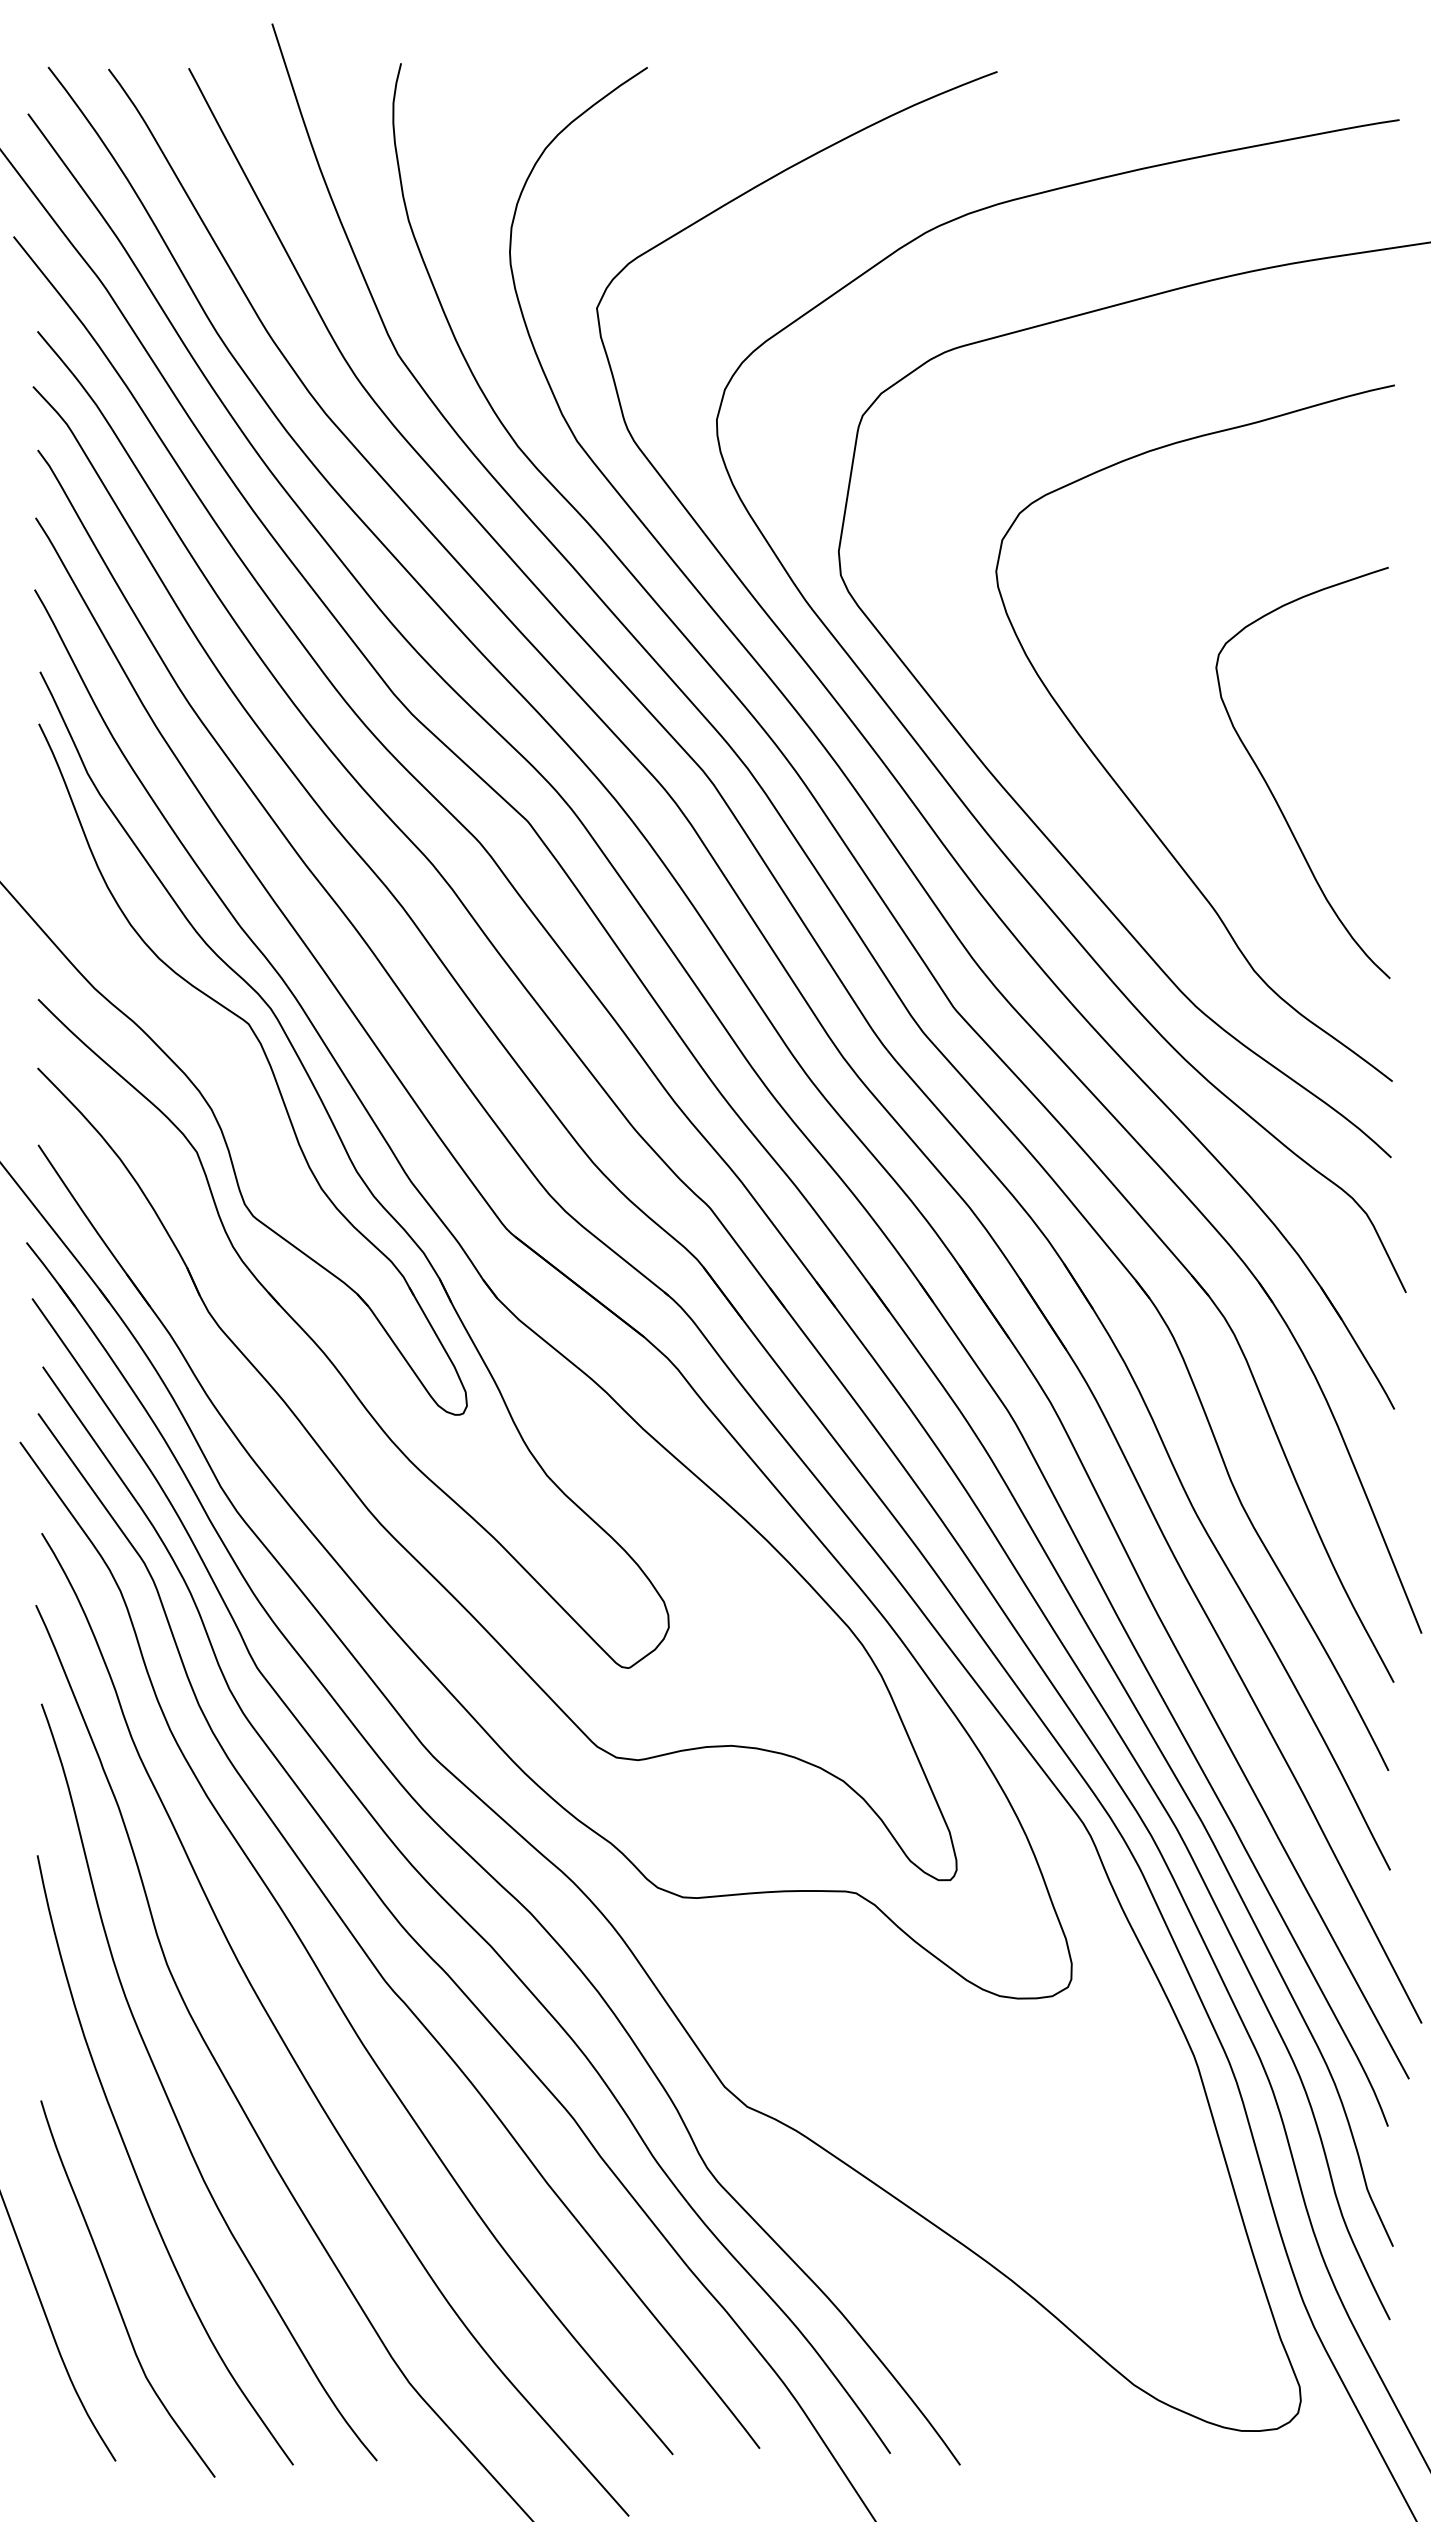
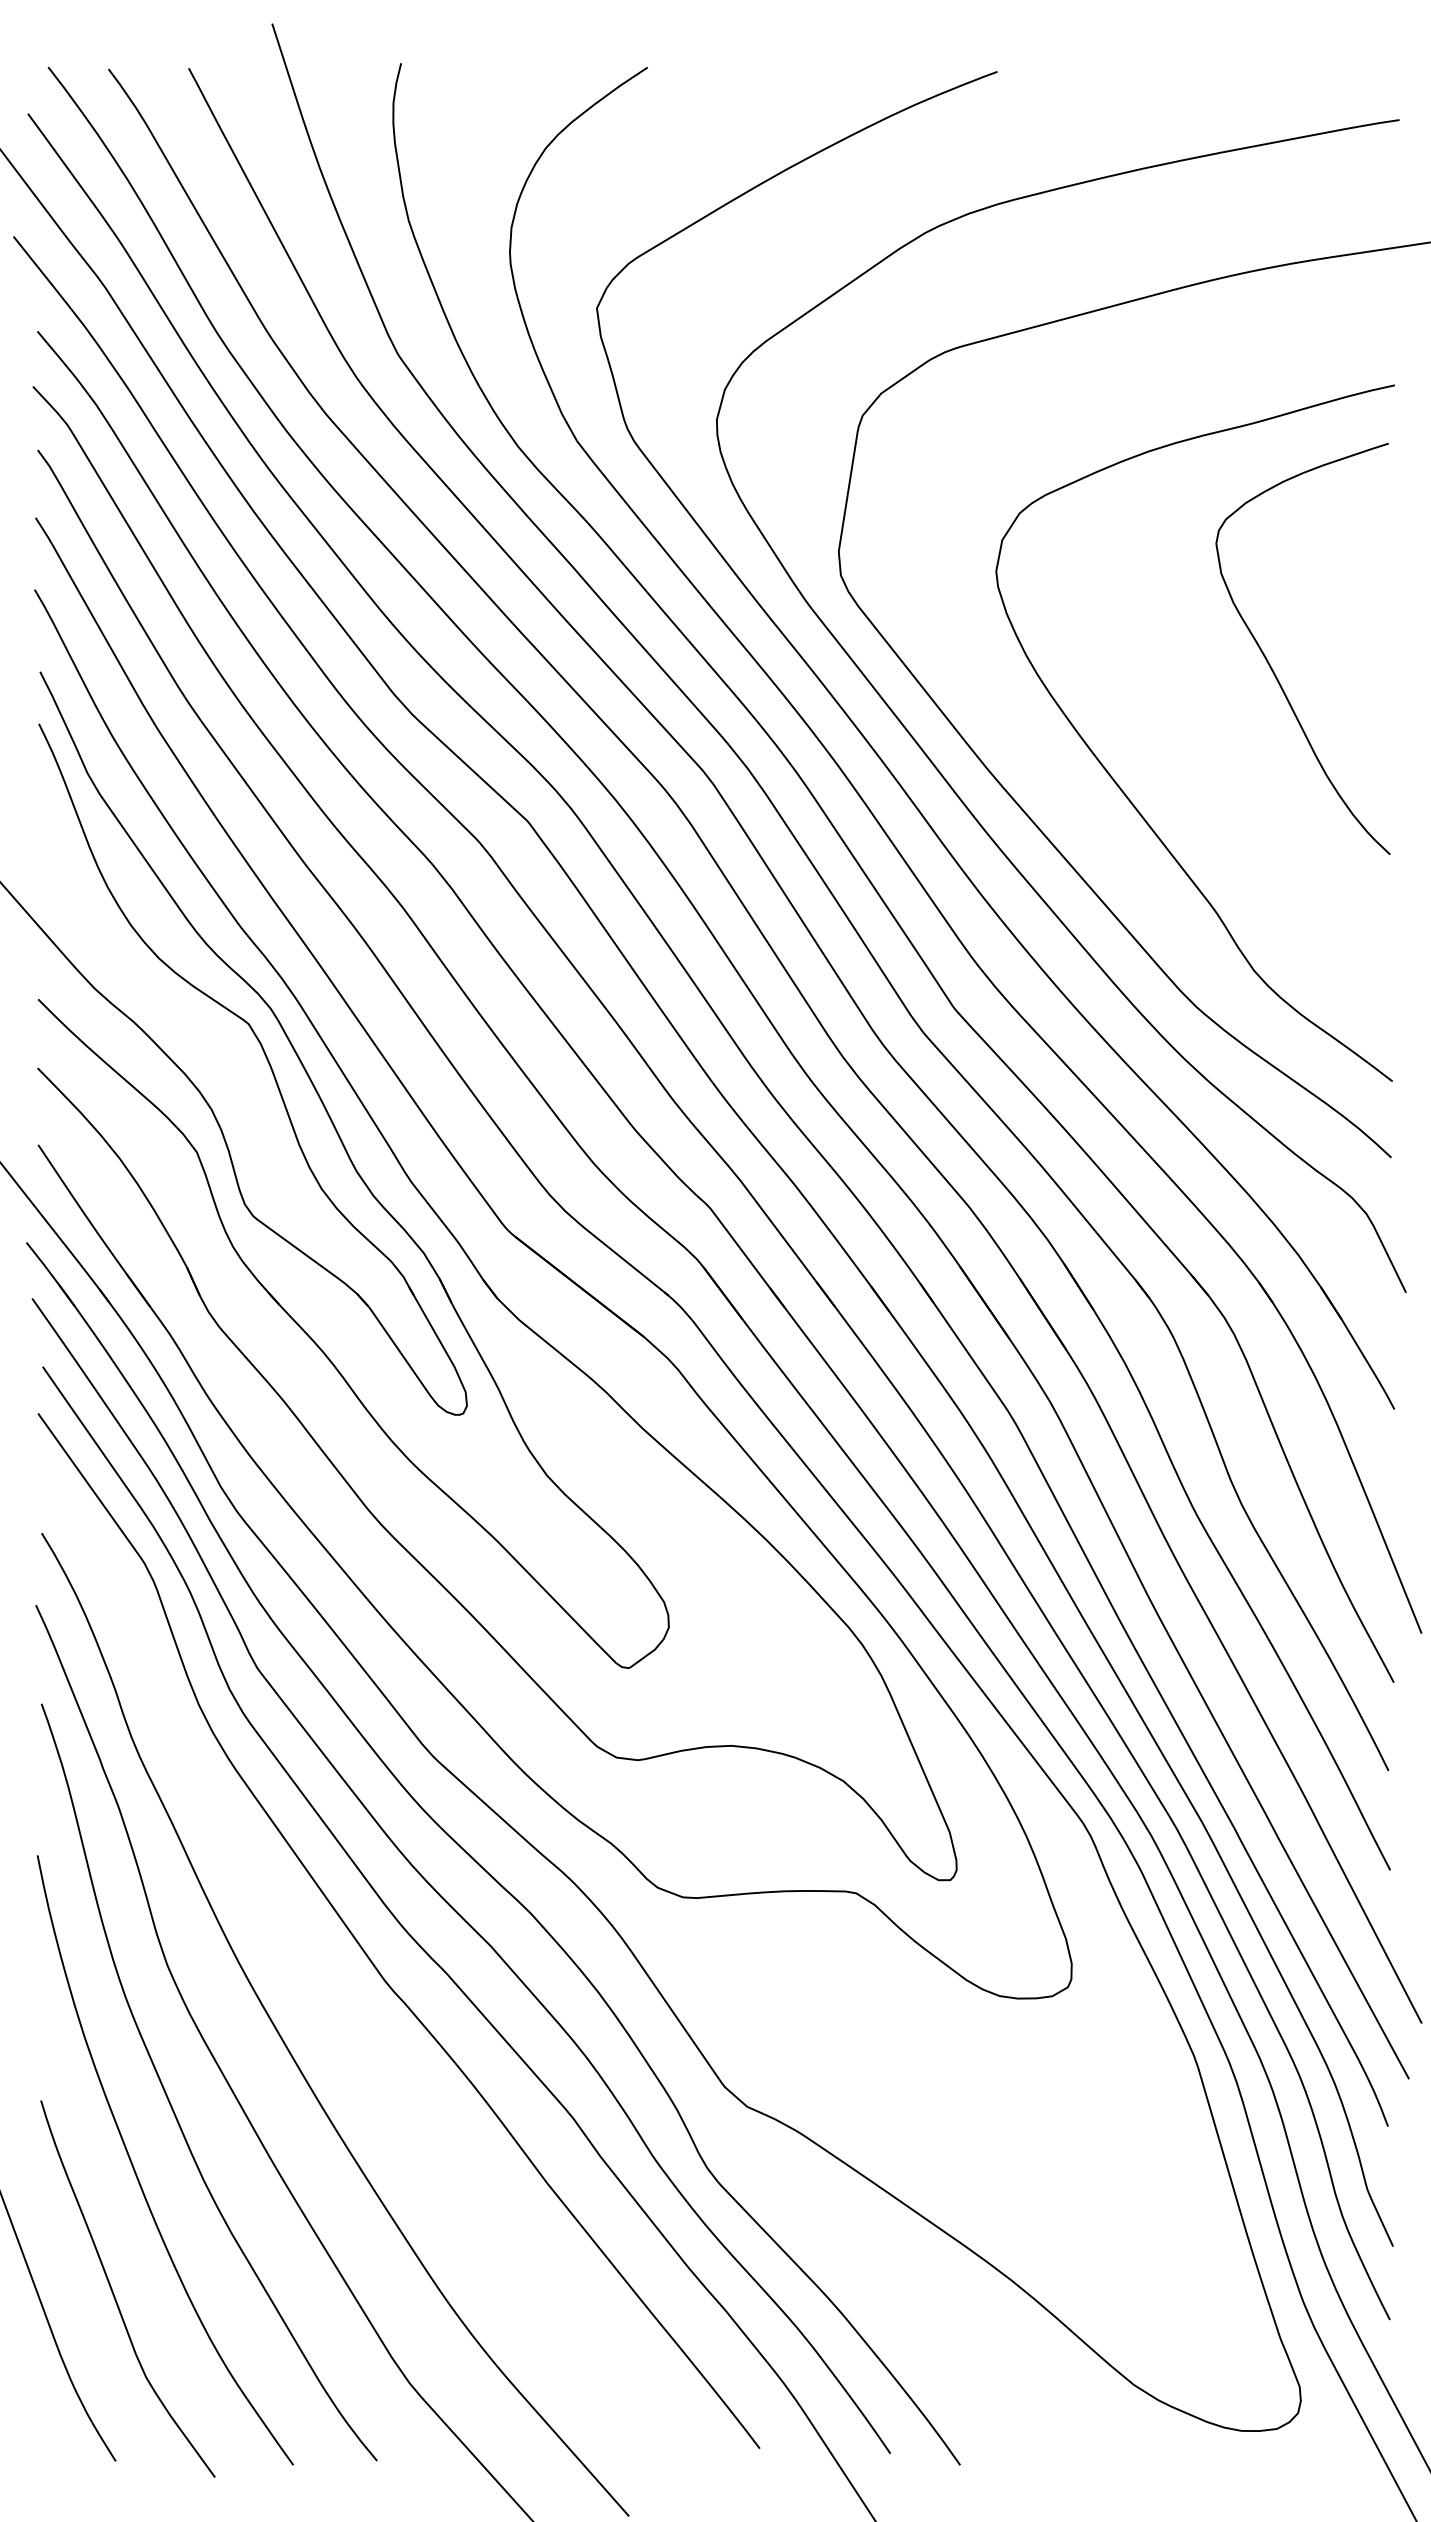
curve at (1270, 788) position: (1270, 788) -> (1270, 664)
curve at (316, 1964): present -> none
